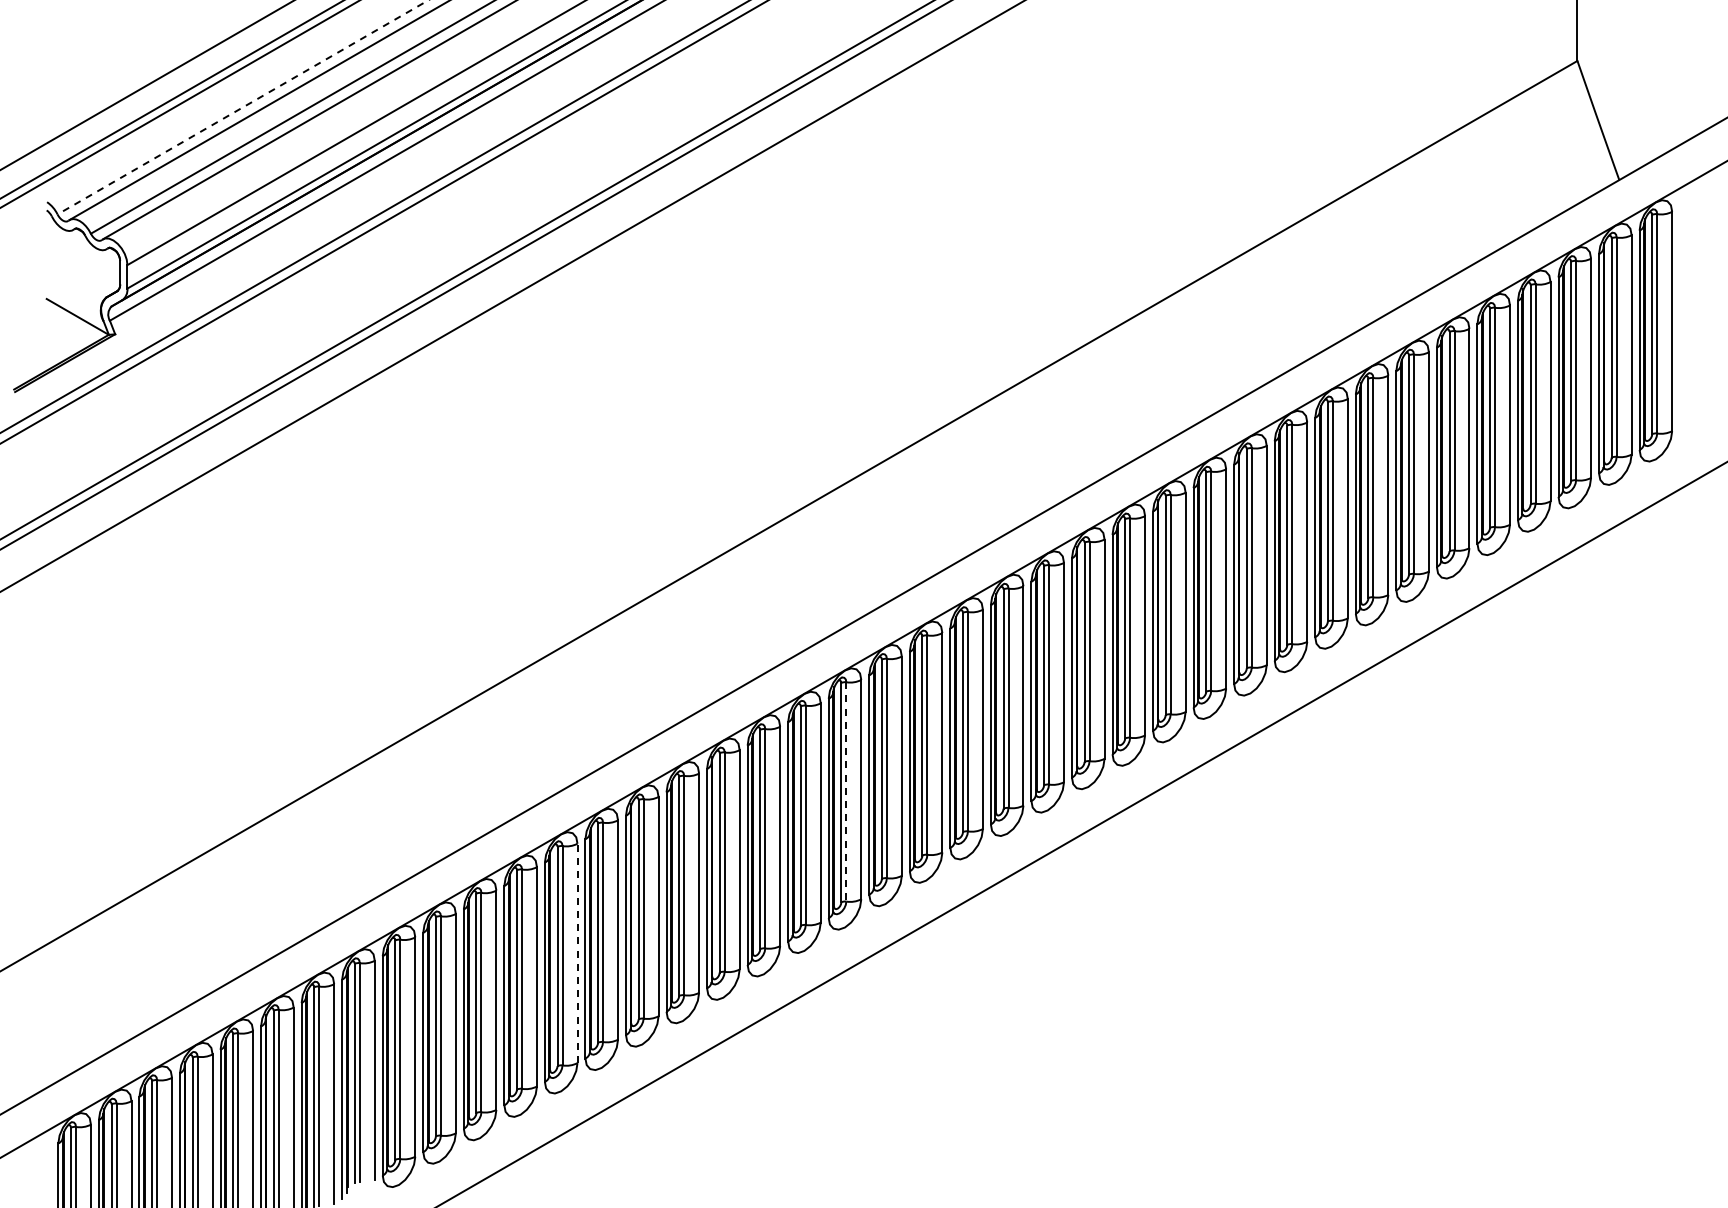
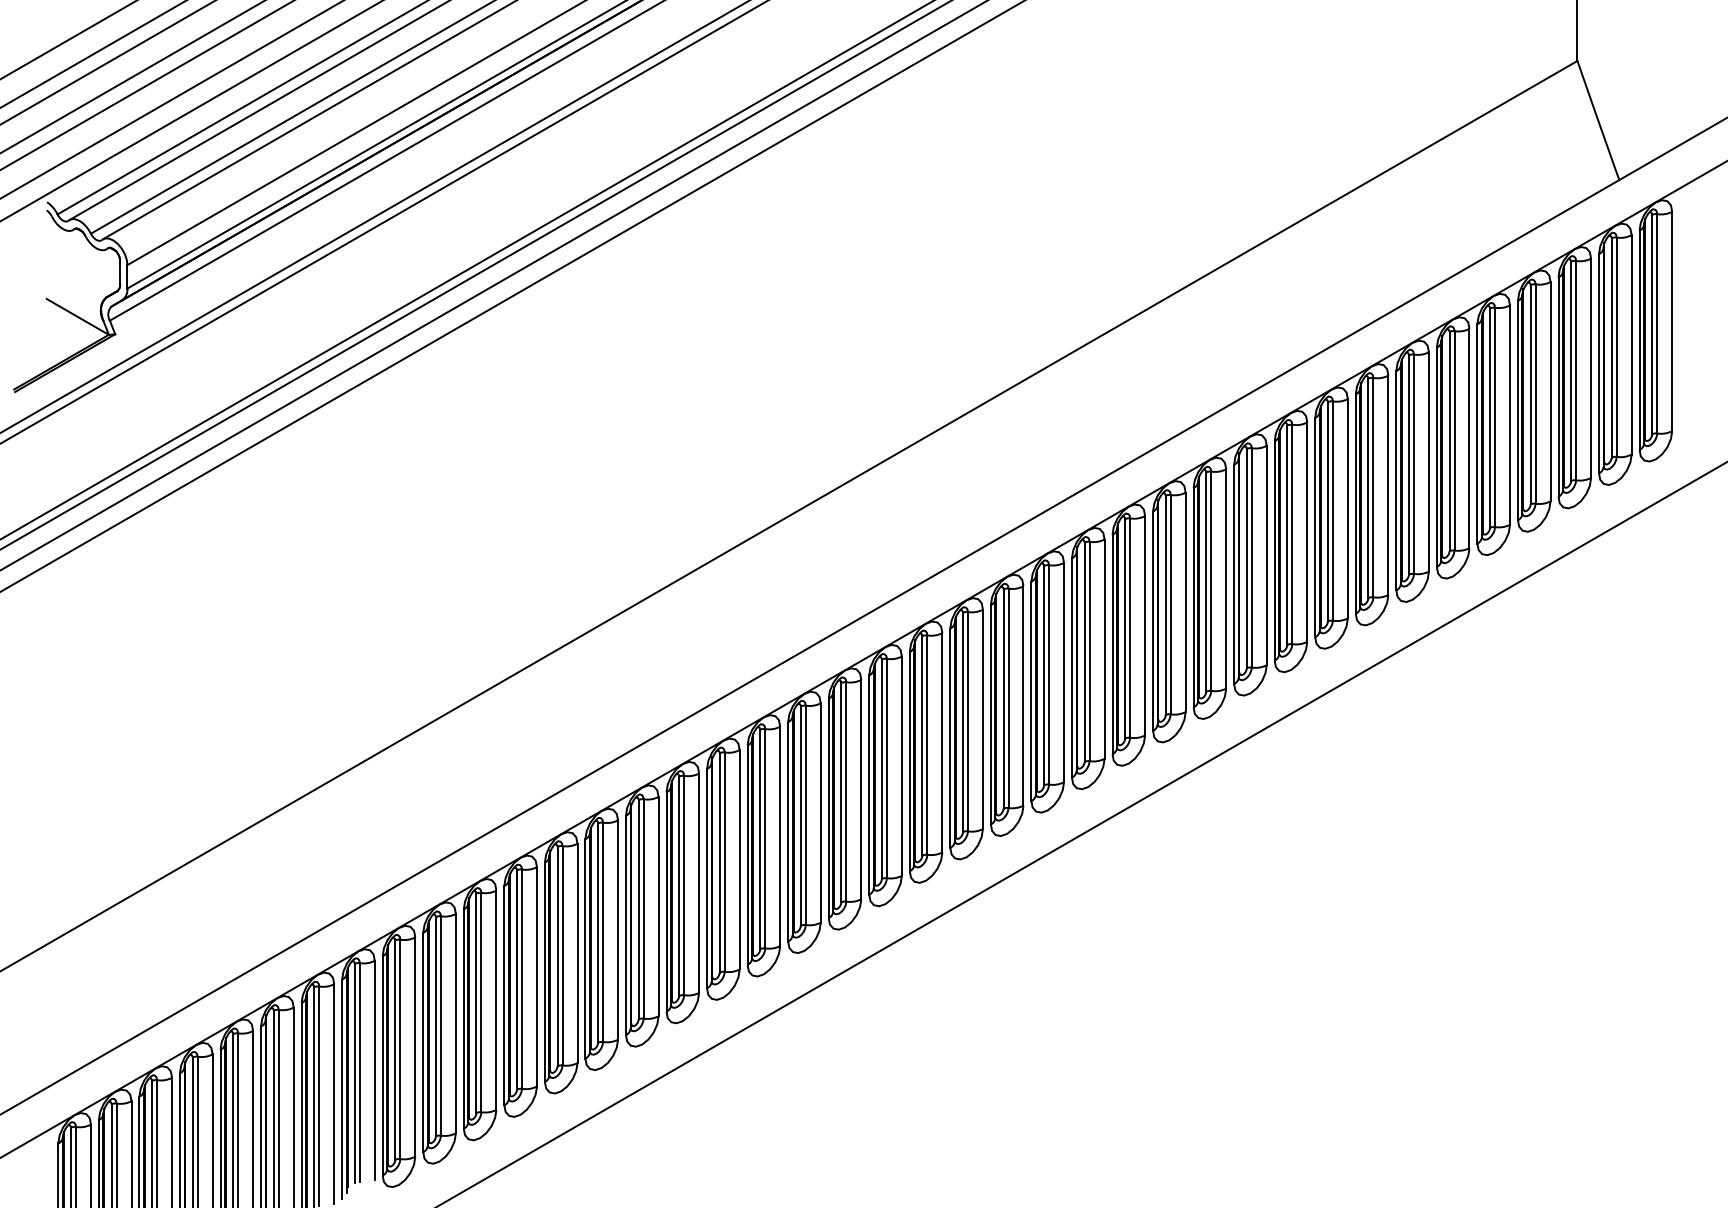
line at (67, 40): none -> present
line at (92, 54): none -> present
line at (107, 62): none -> present
line at (131, 77): none -> present
line at (179, 104) position: (179, 104) -> (190, 111)
line at (242, 107): dashed -> solid
line at (493, 285): none -> present
line at (846, 791): dashed -> solid
line at (577, 953): dashed -> solid
